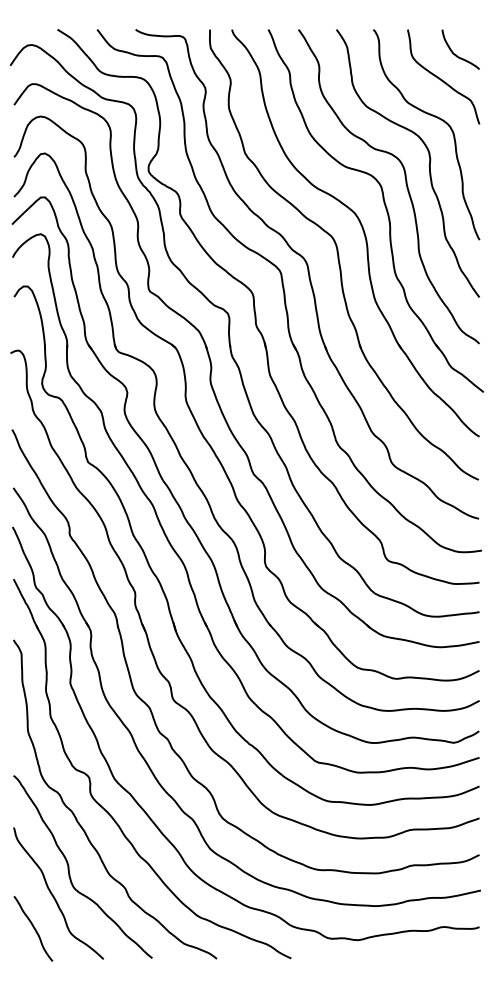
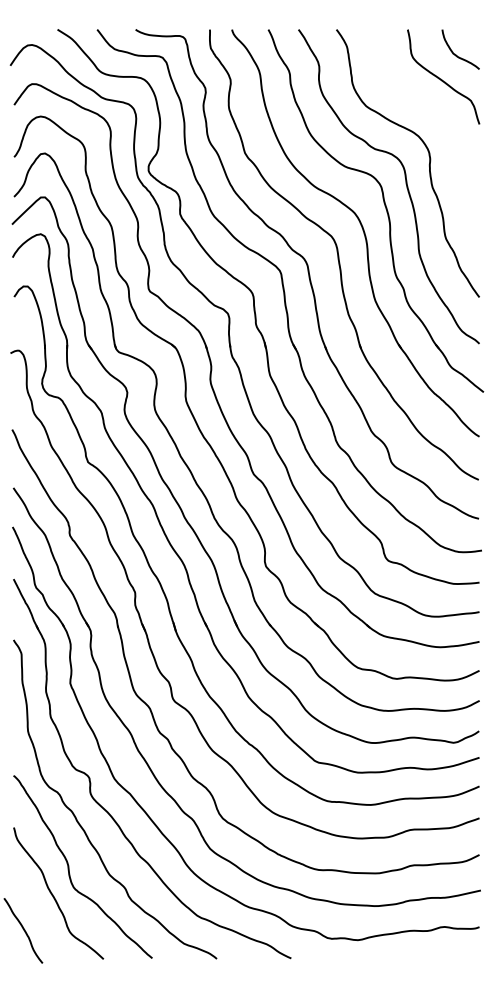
curve at (434, 117): present -> none
curve at (33, 928) position: (33, 928) -> (23, 930)
